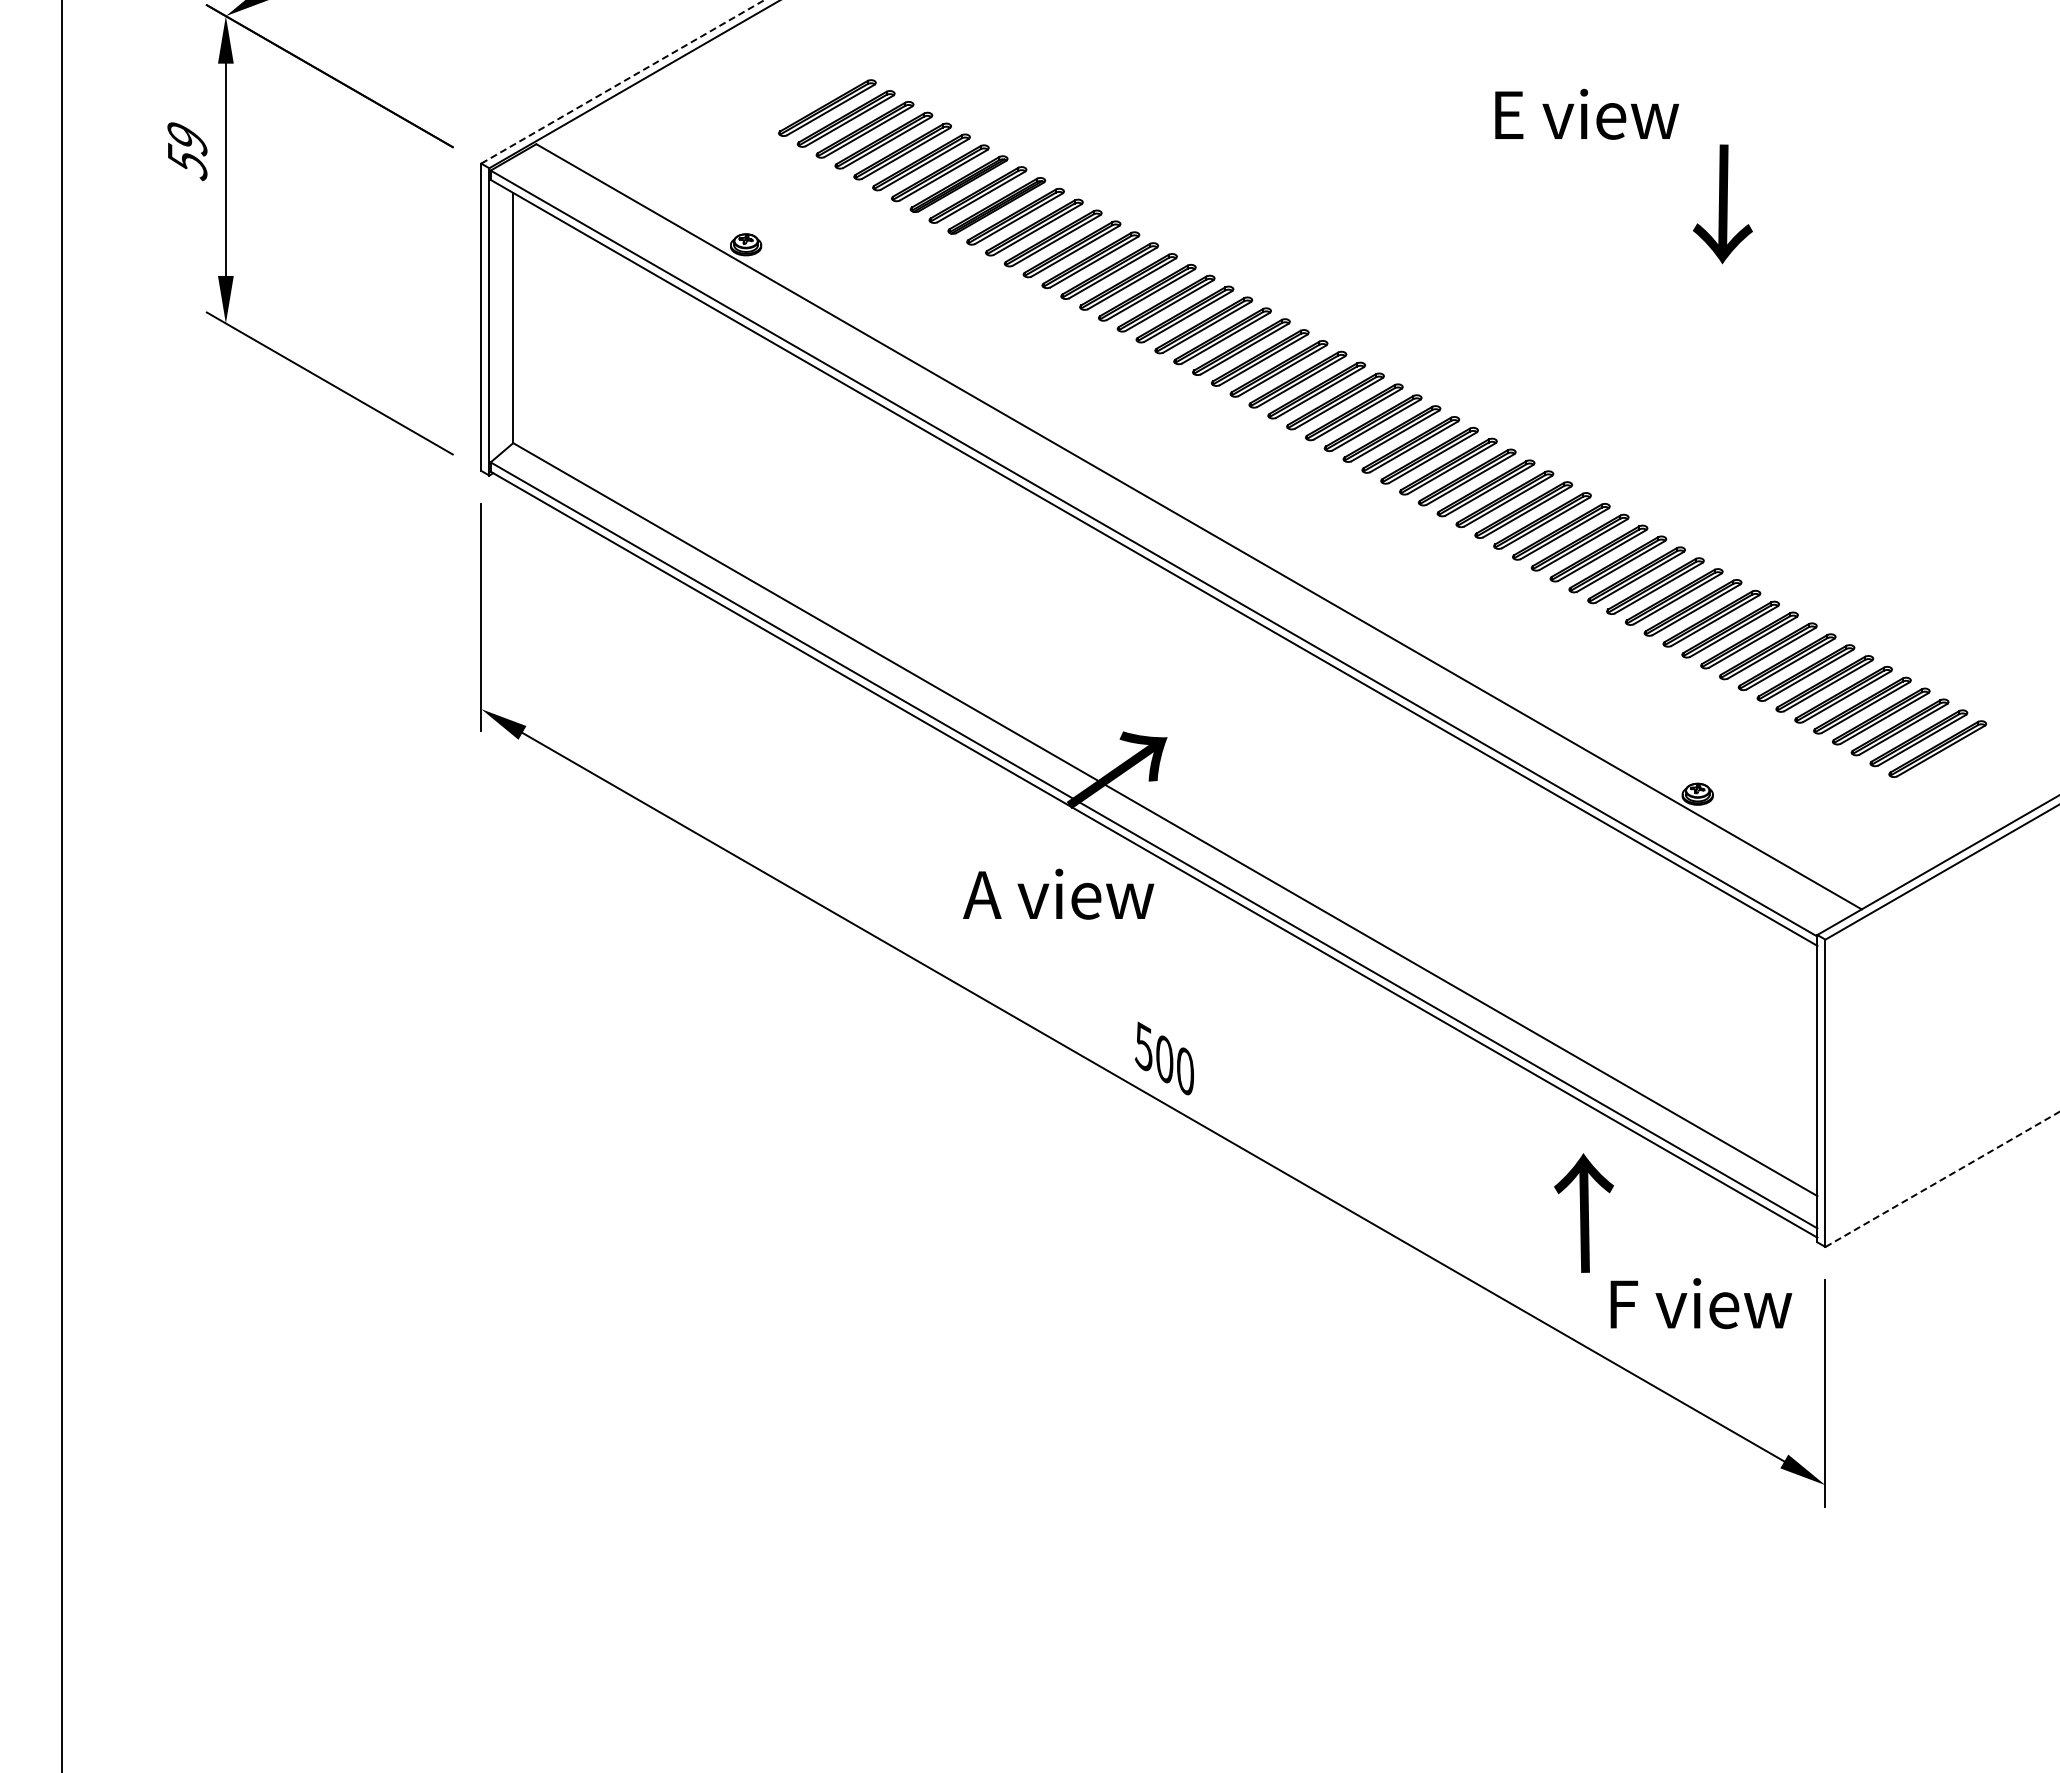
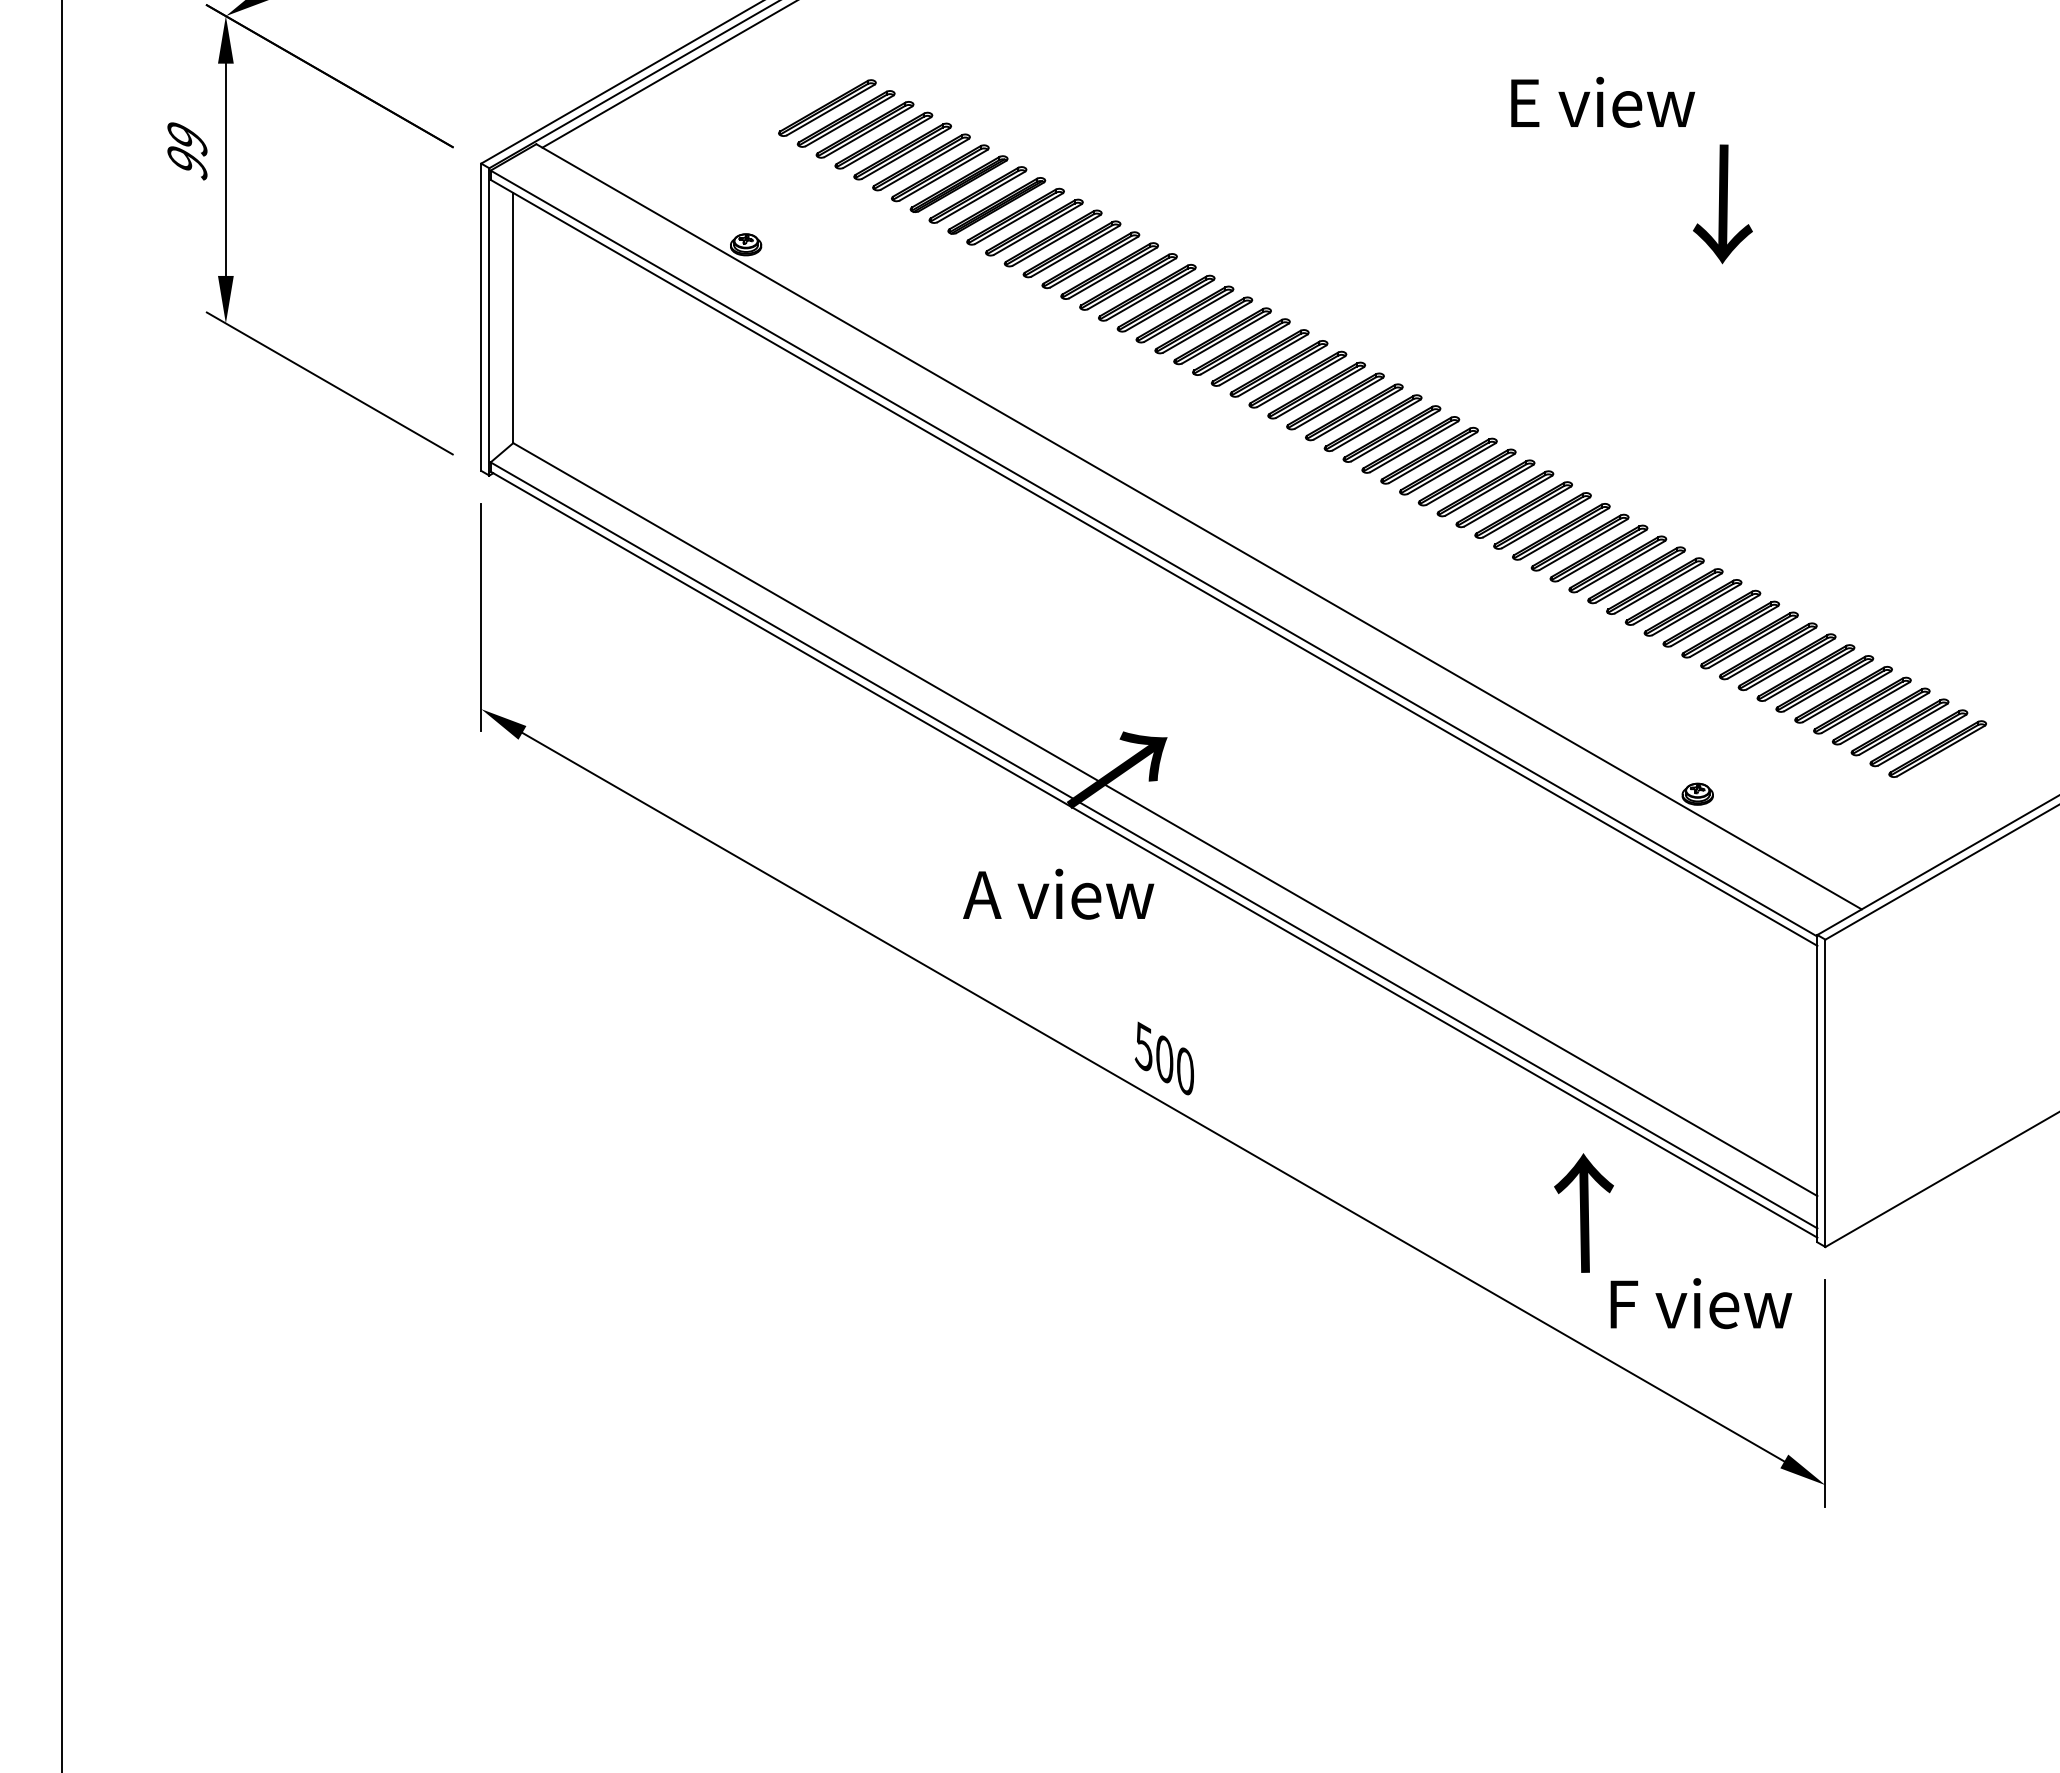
line at (668, 74): none -> present
line at (623, 81): dashed -> solid
text at (1587, 113) position: (1587, 113) -> (1603, 101)
text at (187, 161): 59 -> 99
line at (1942, 1179): dashed -> solid
